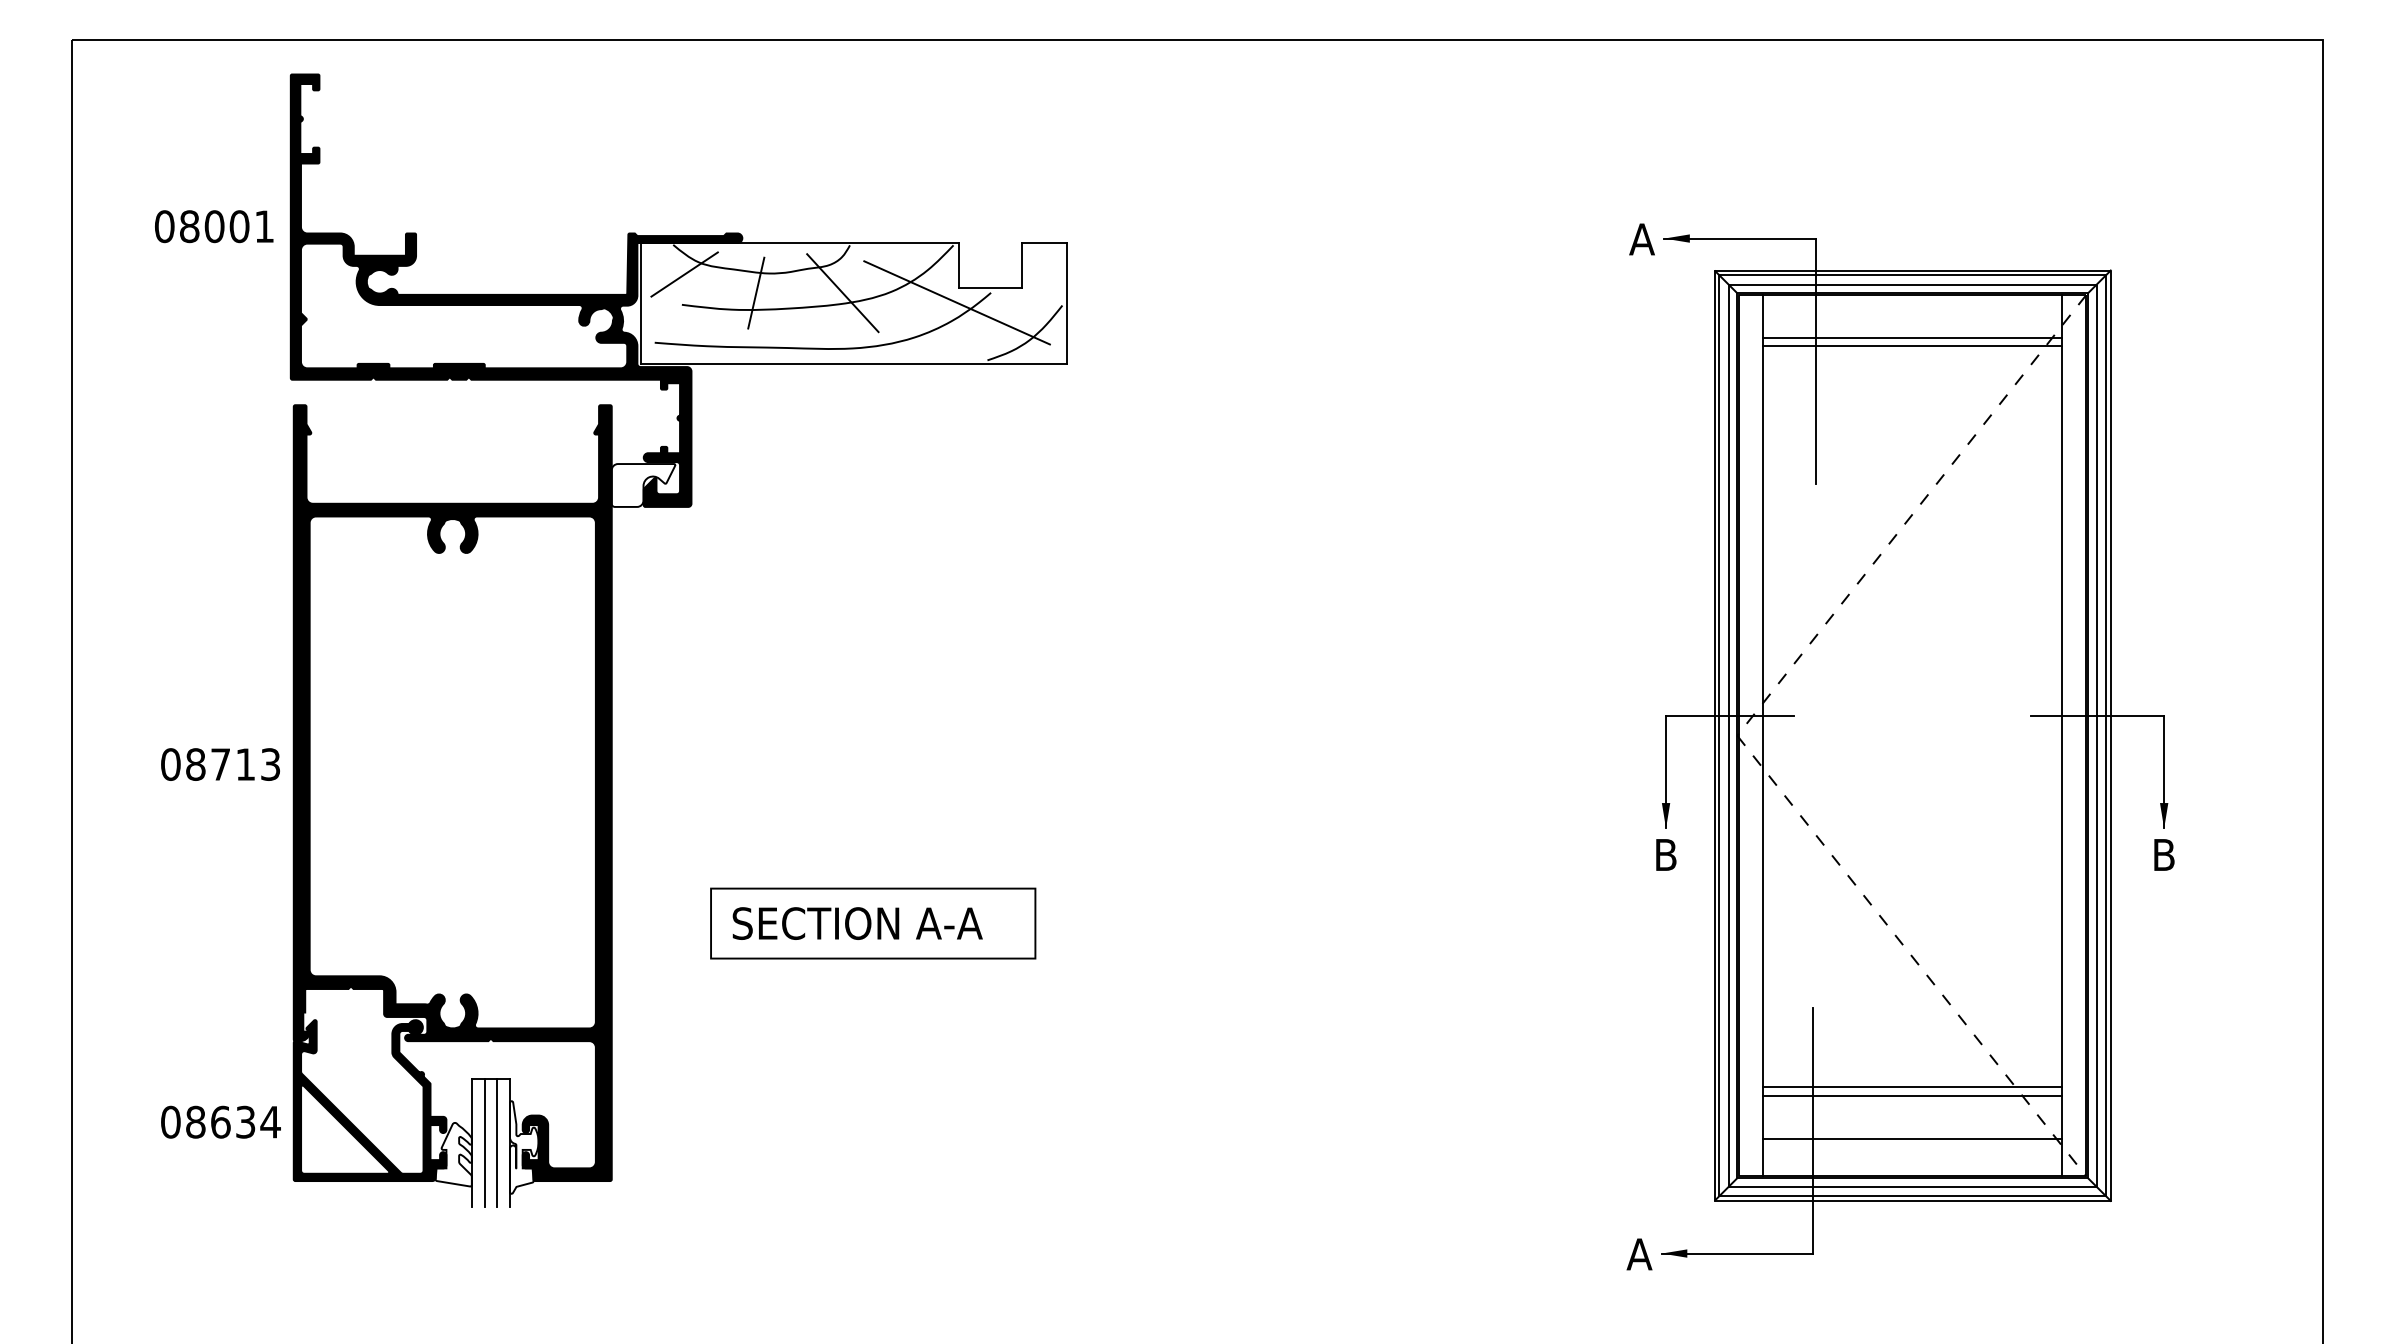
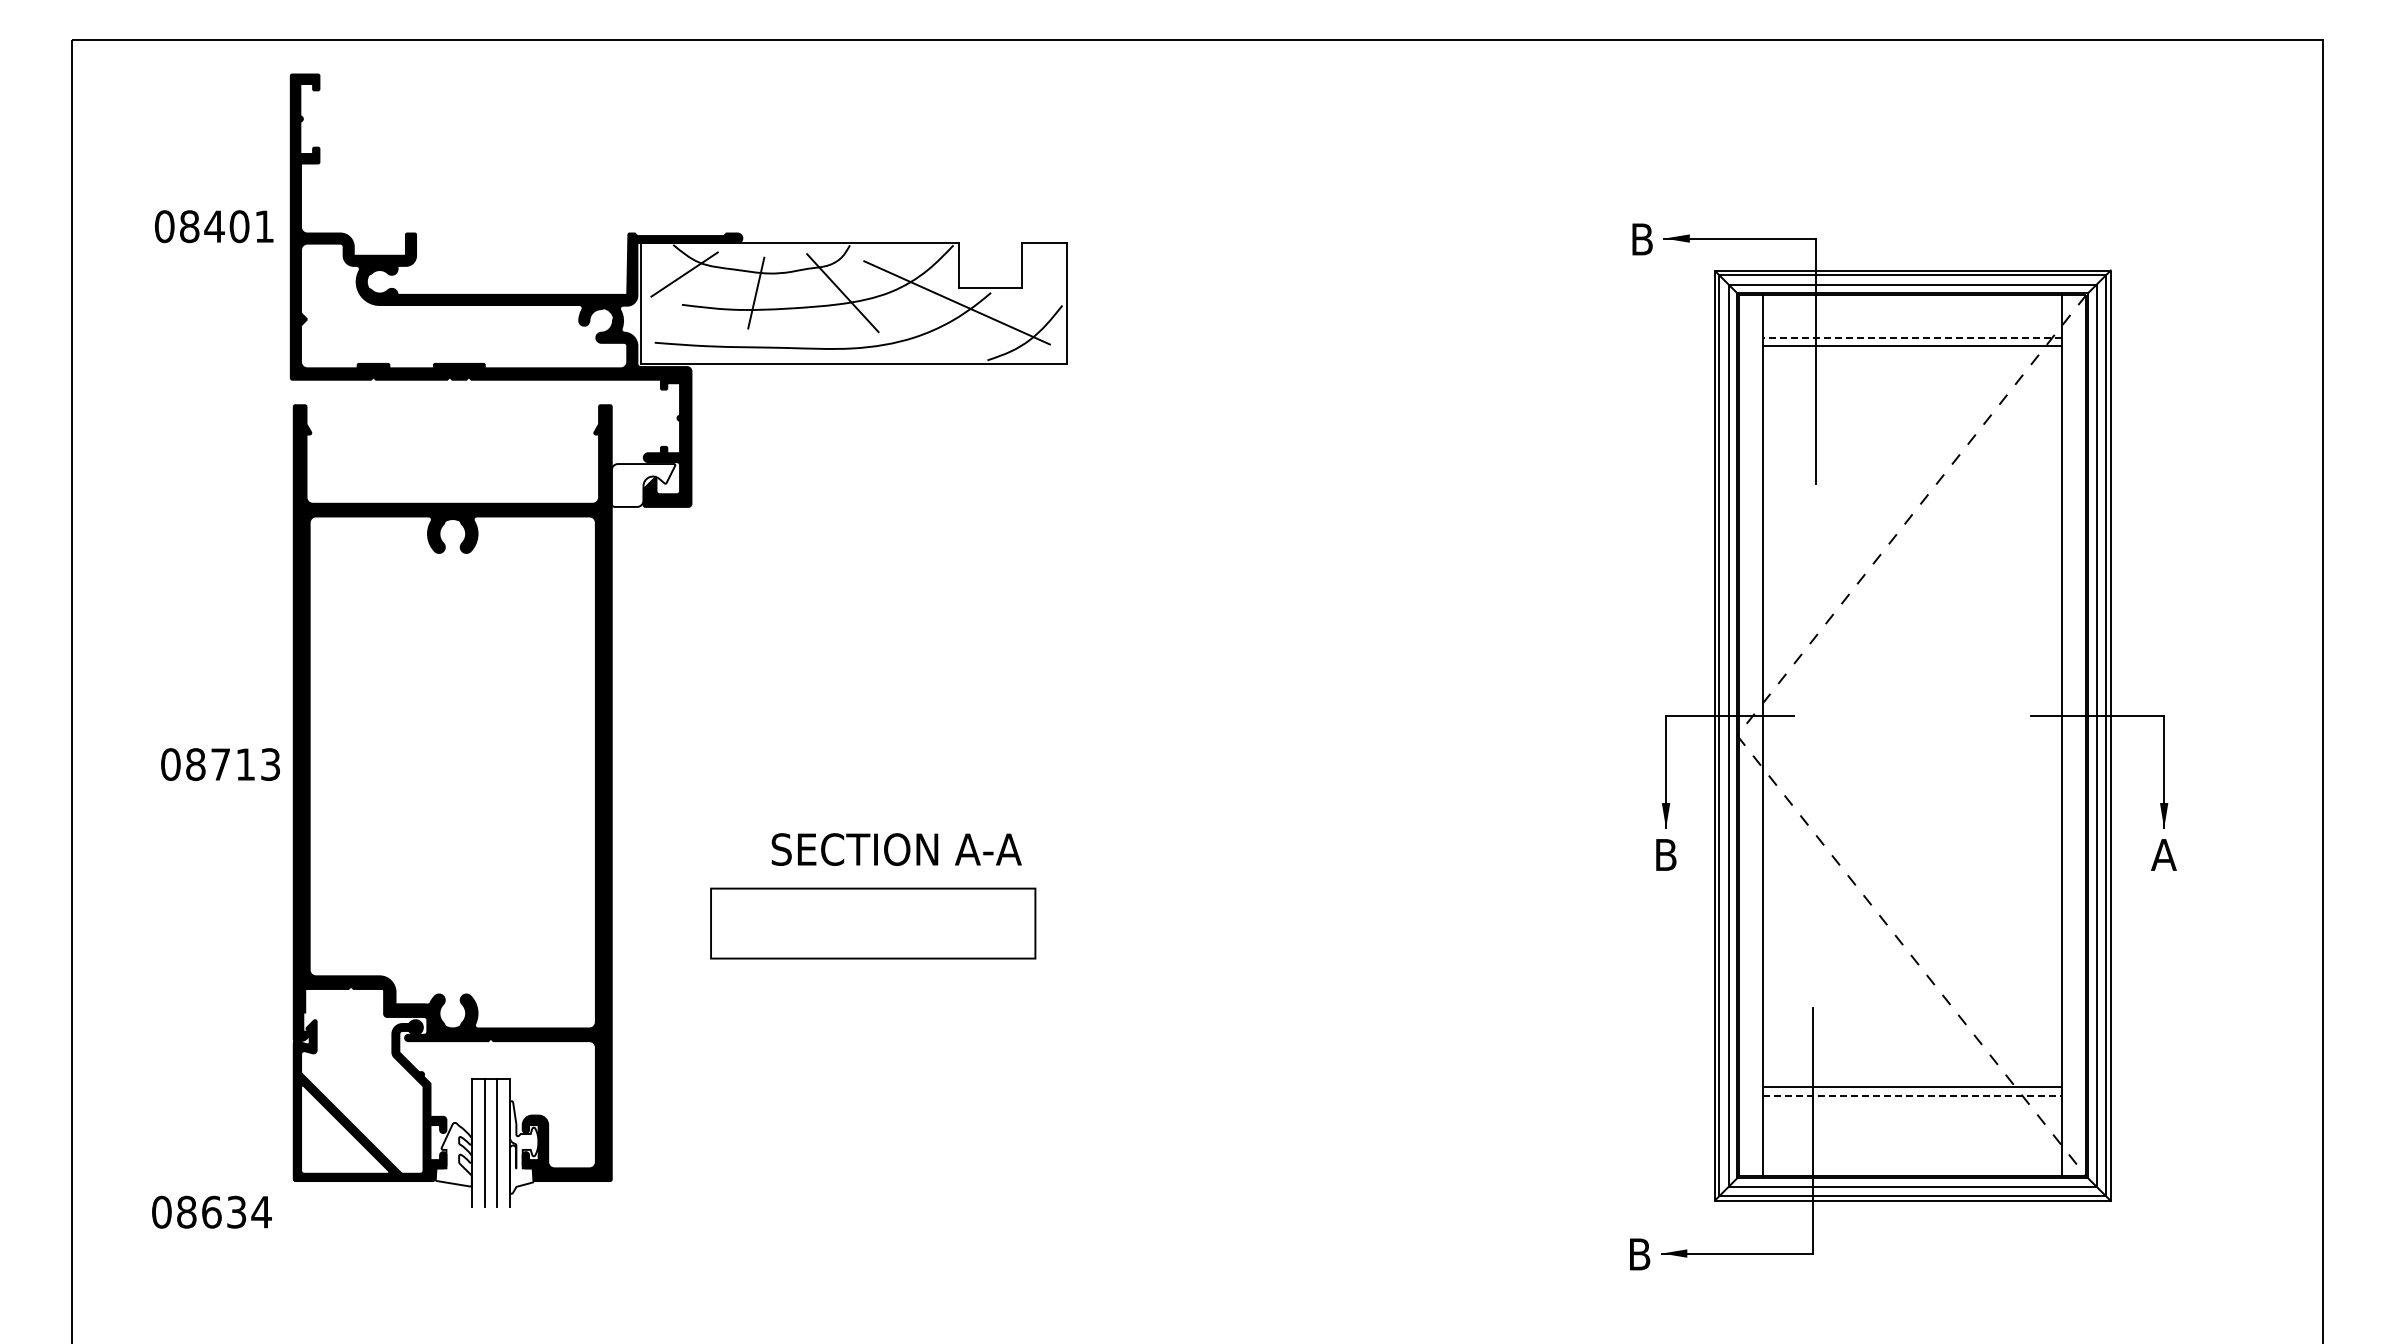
text at (214, 226): 08001 -> 08401
text at (1641, 239): A -> B
line at (1912, 337): solid -> dashed
text at (2163, 854): B -> A
text at (857, 923) position: (857, 923) -> (896, 849)
line at (1913, 1095): solid -> dashed
text at (220, 1121) position: (220, 1121) -> (211, 1211)
line at (1912, 1138): present -> none
text at (1639, 1254): A -> B
